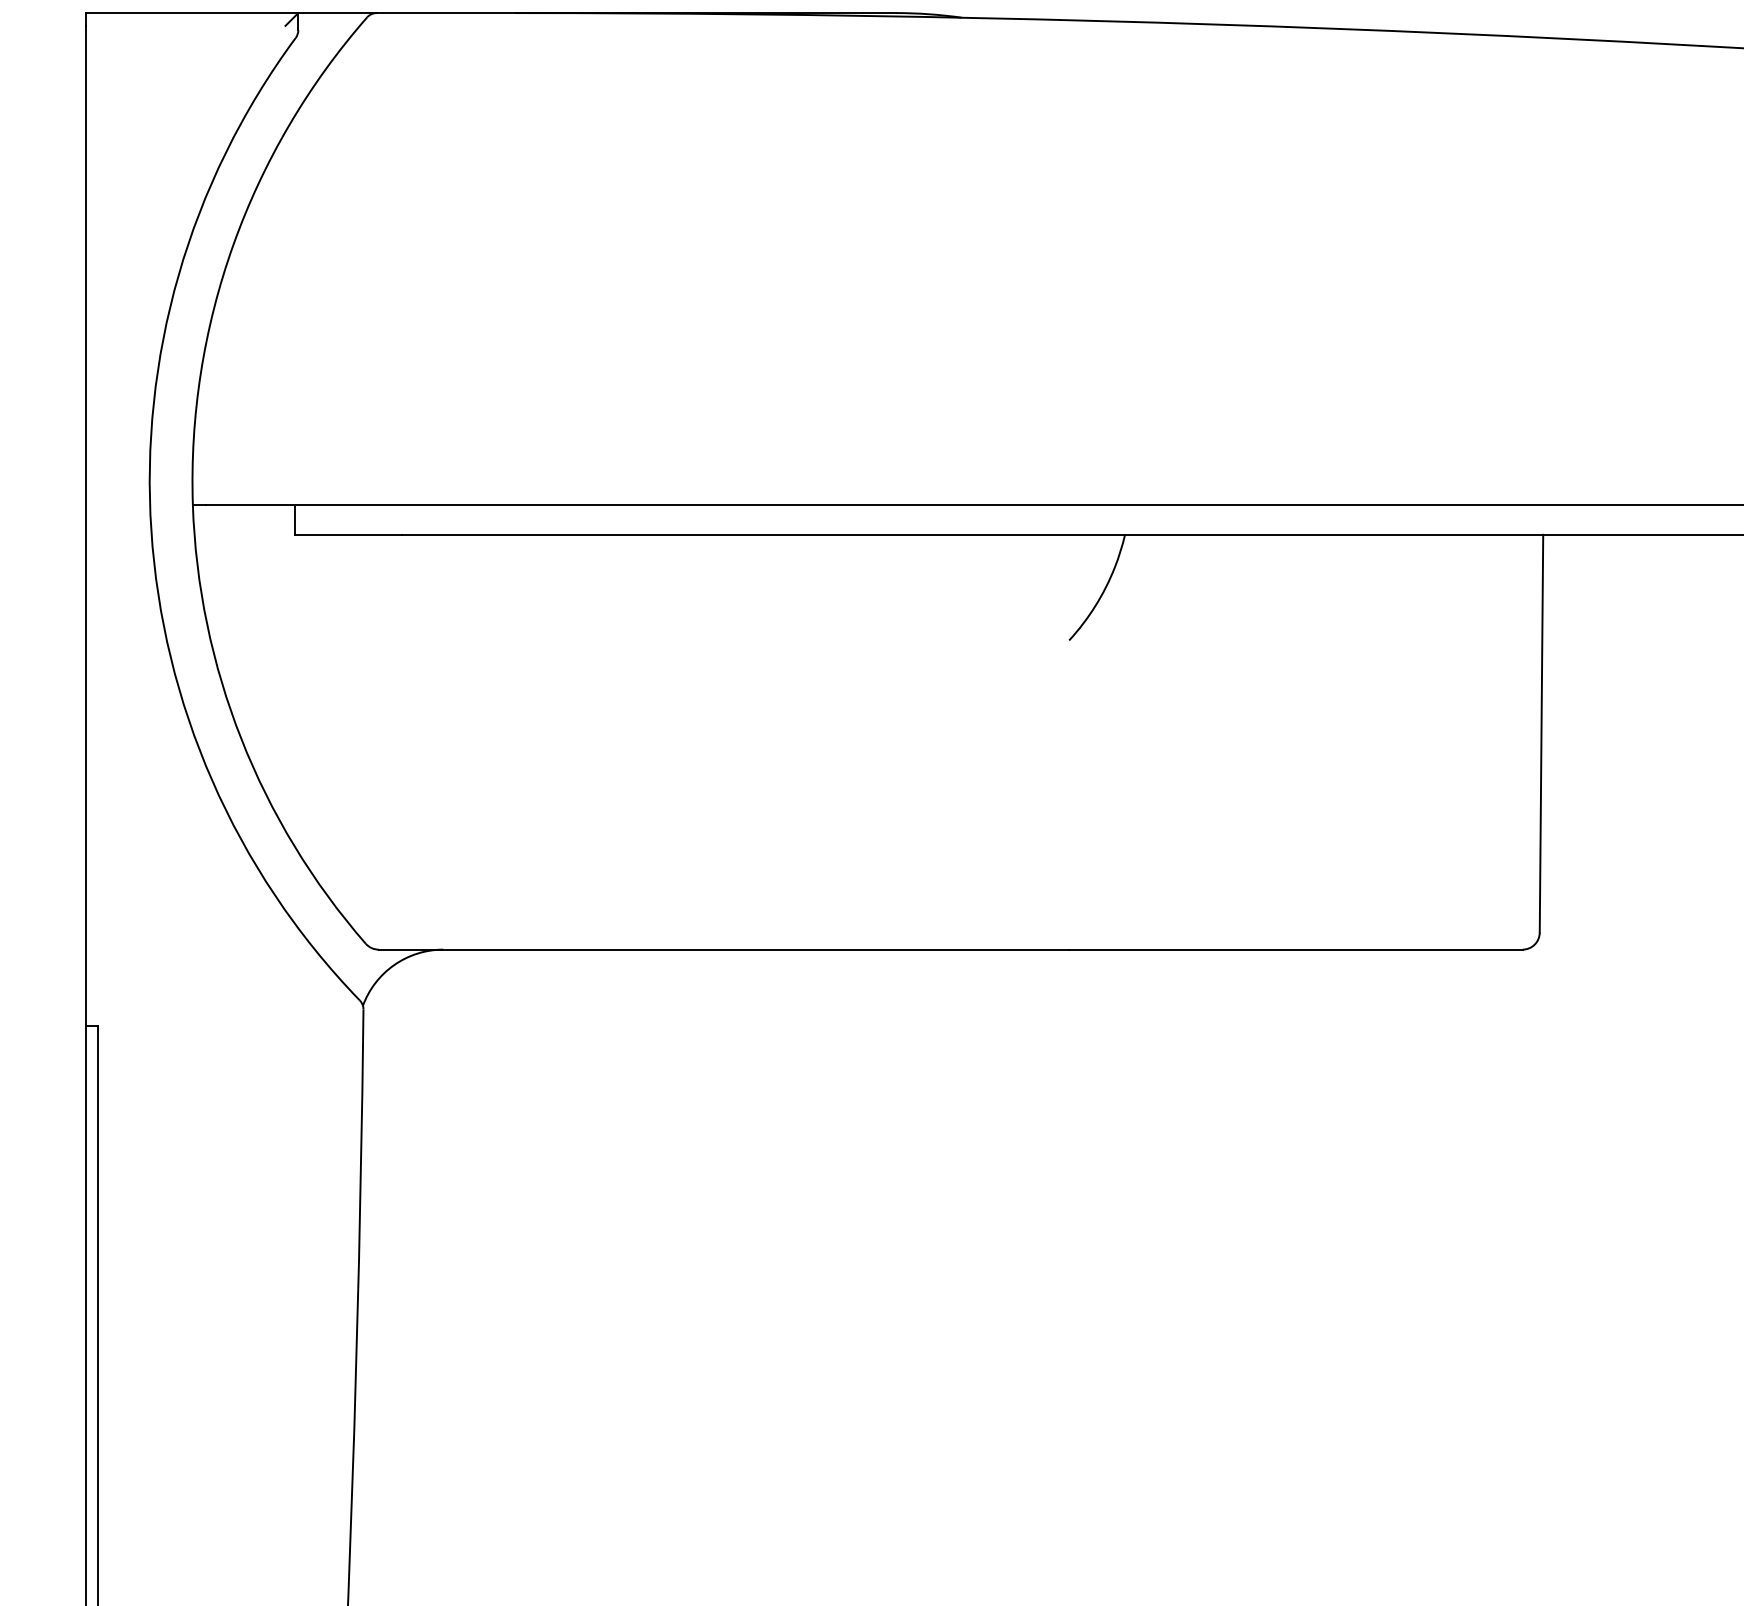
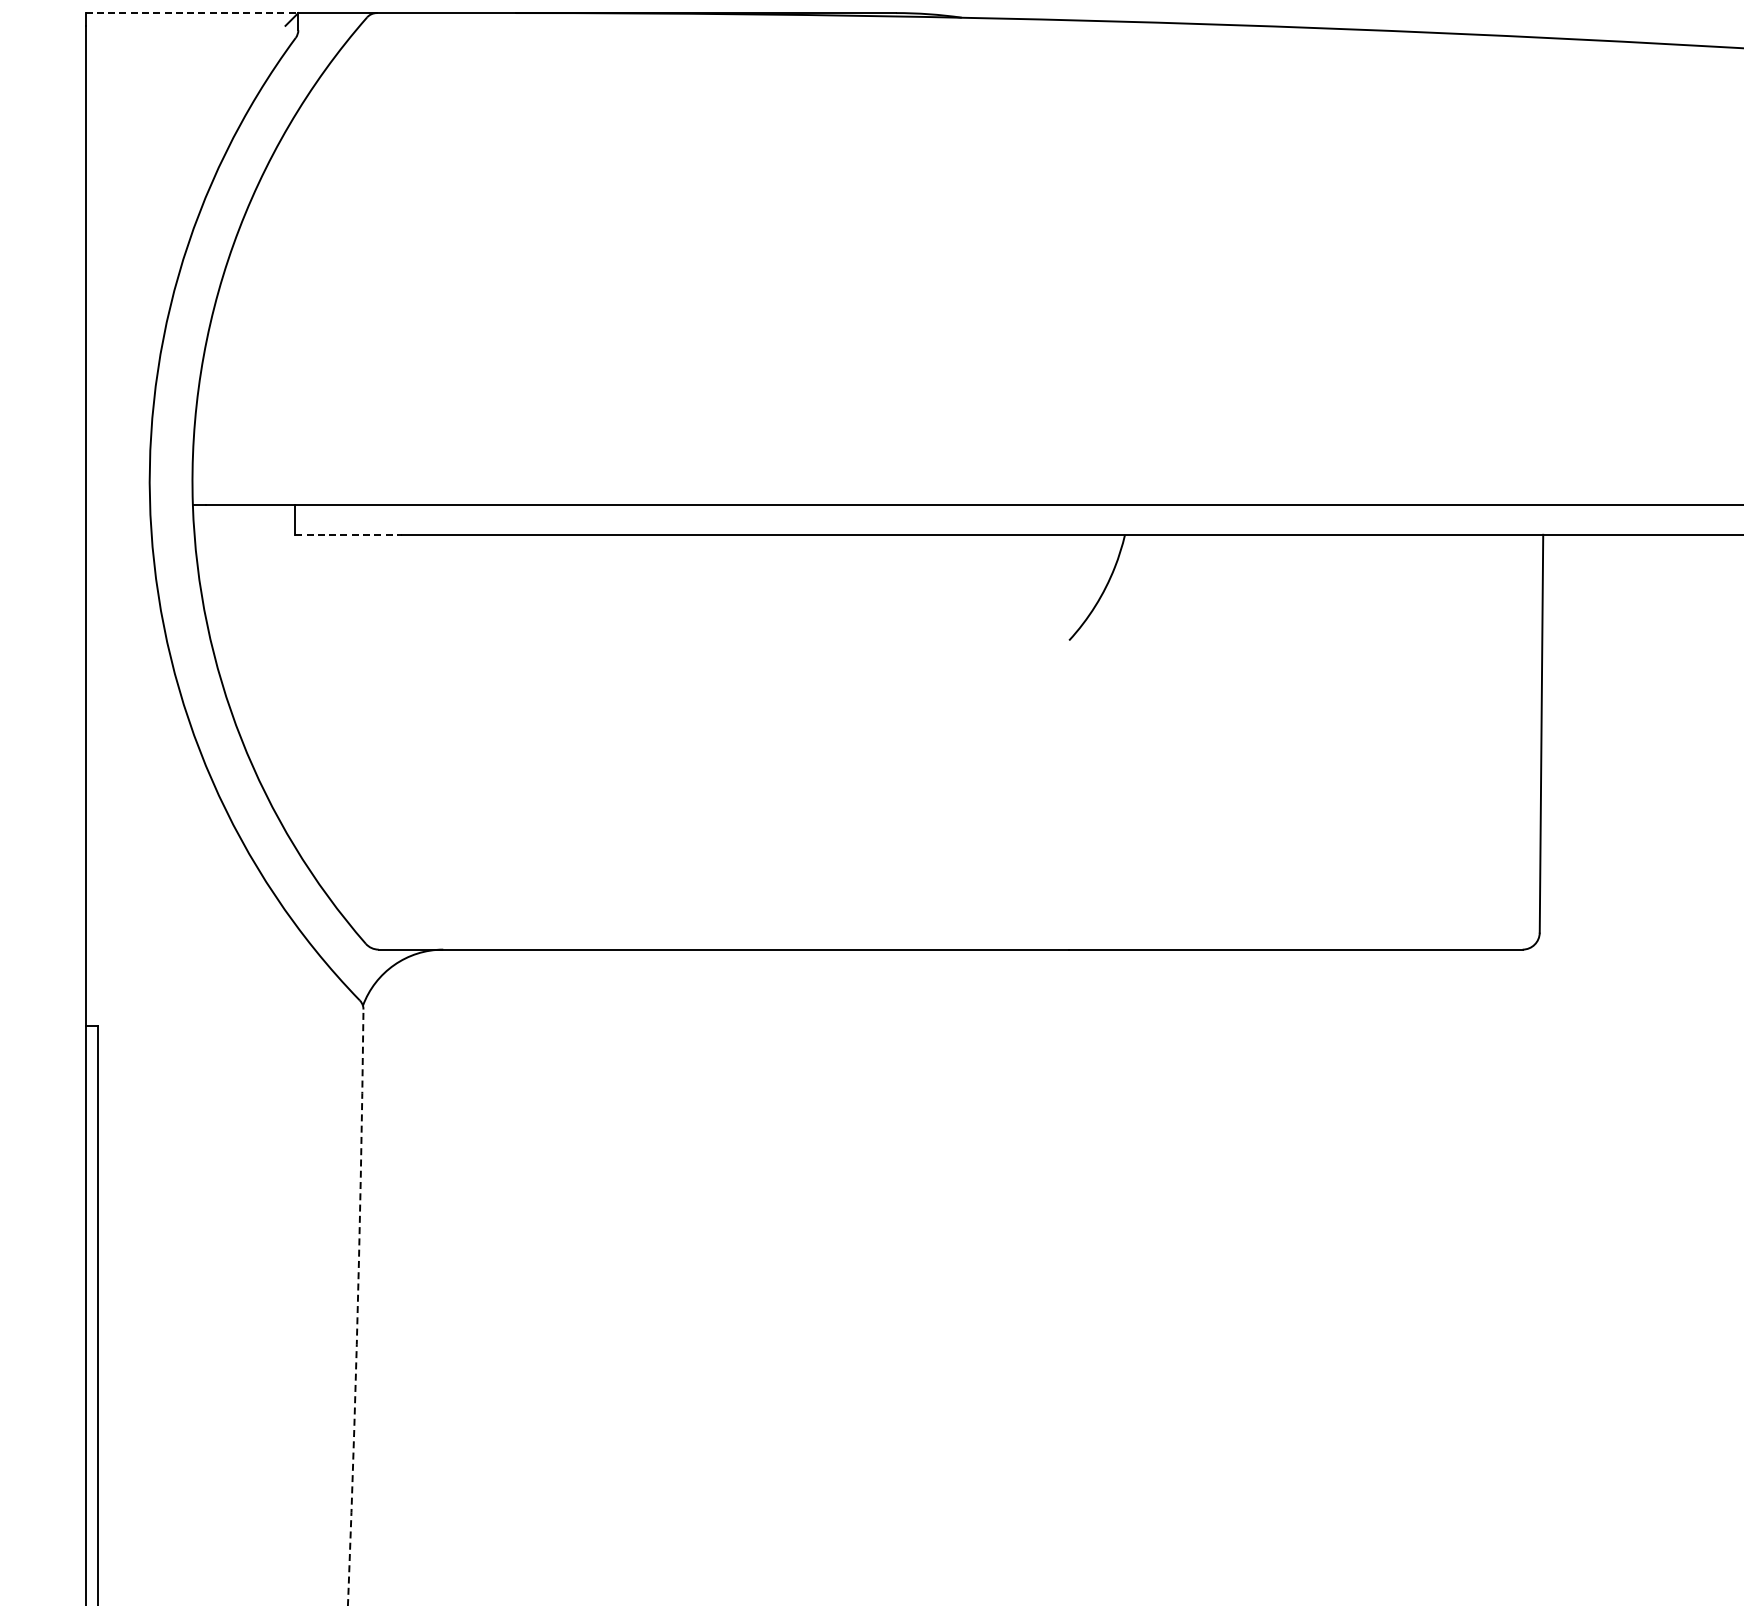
line at (192, 13): solid -> dashed
line at (348, 534): solid -> dashed
arc at (357, 1307): solid -> dashed
